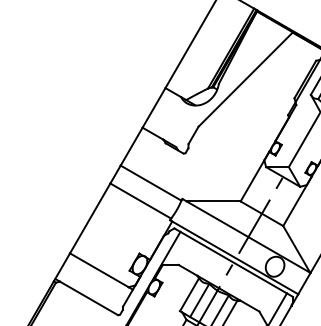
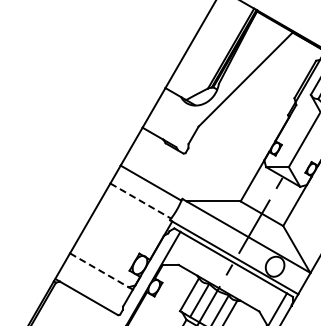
line at (141, 201): solid -> dashed
line at (99, 270): solid -> dashed
